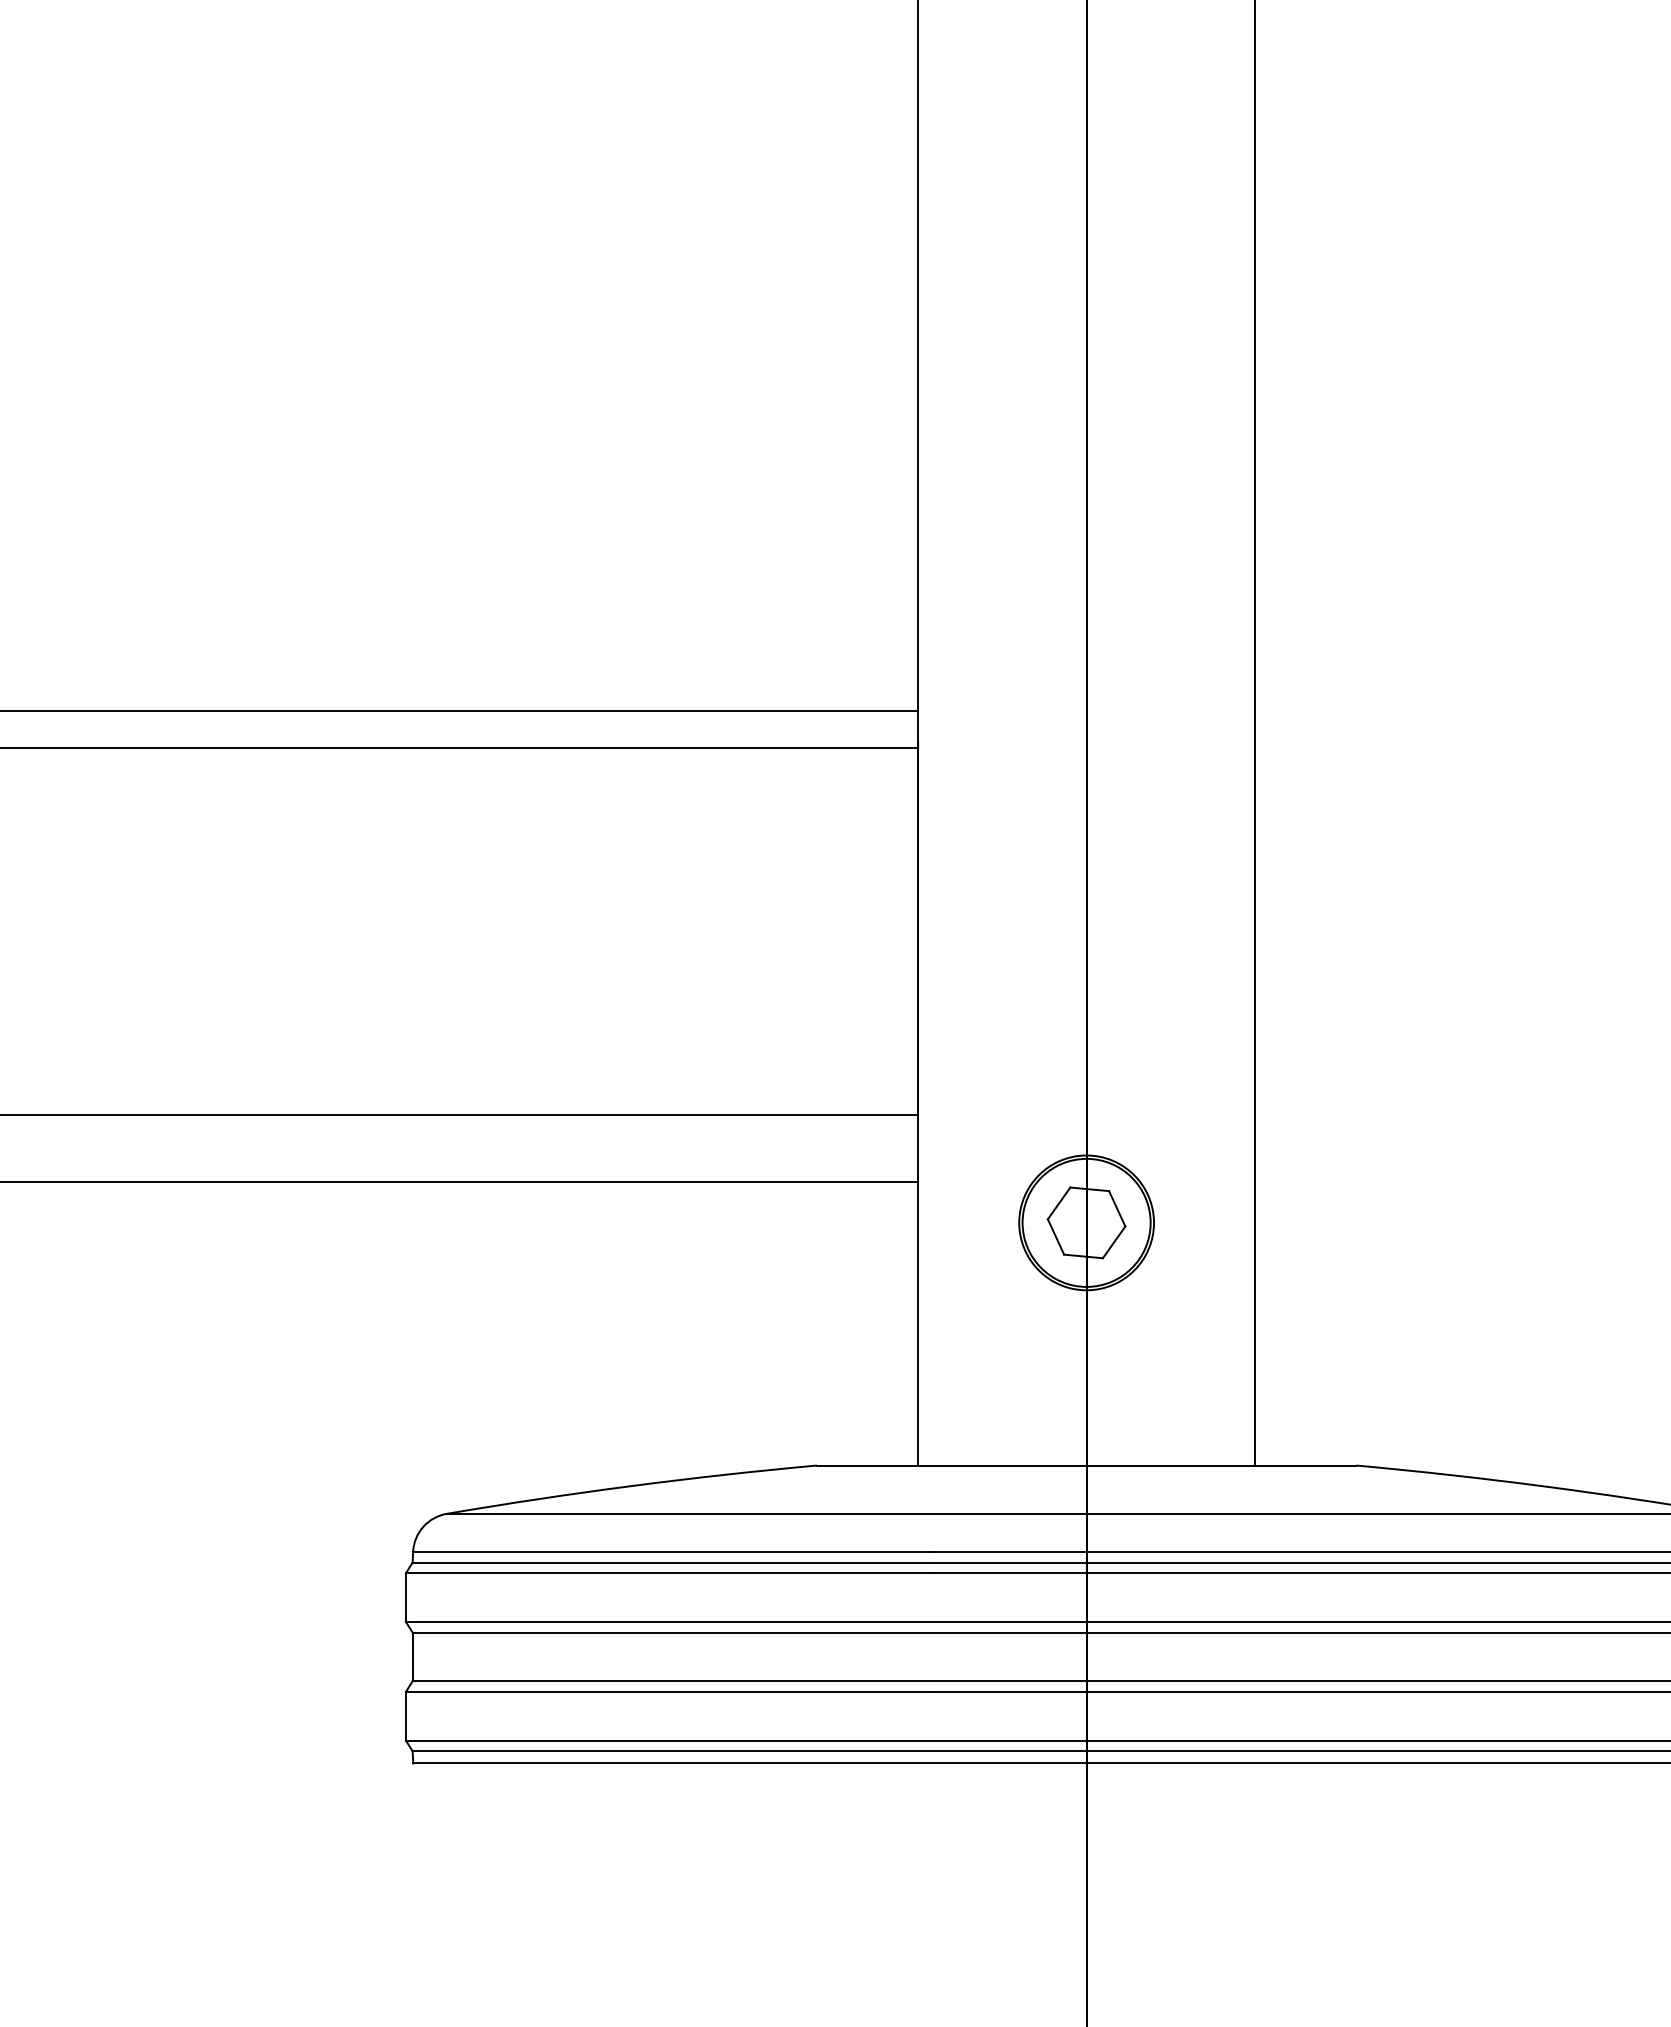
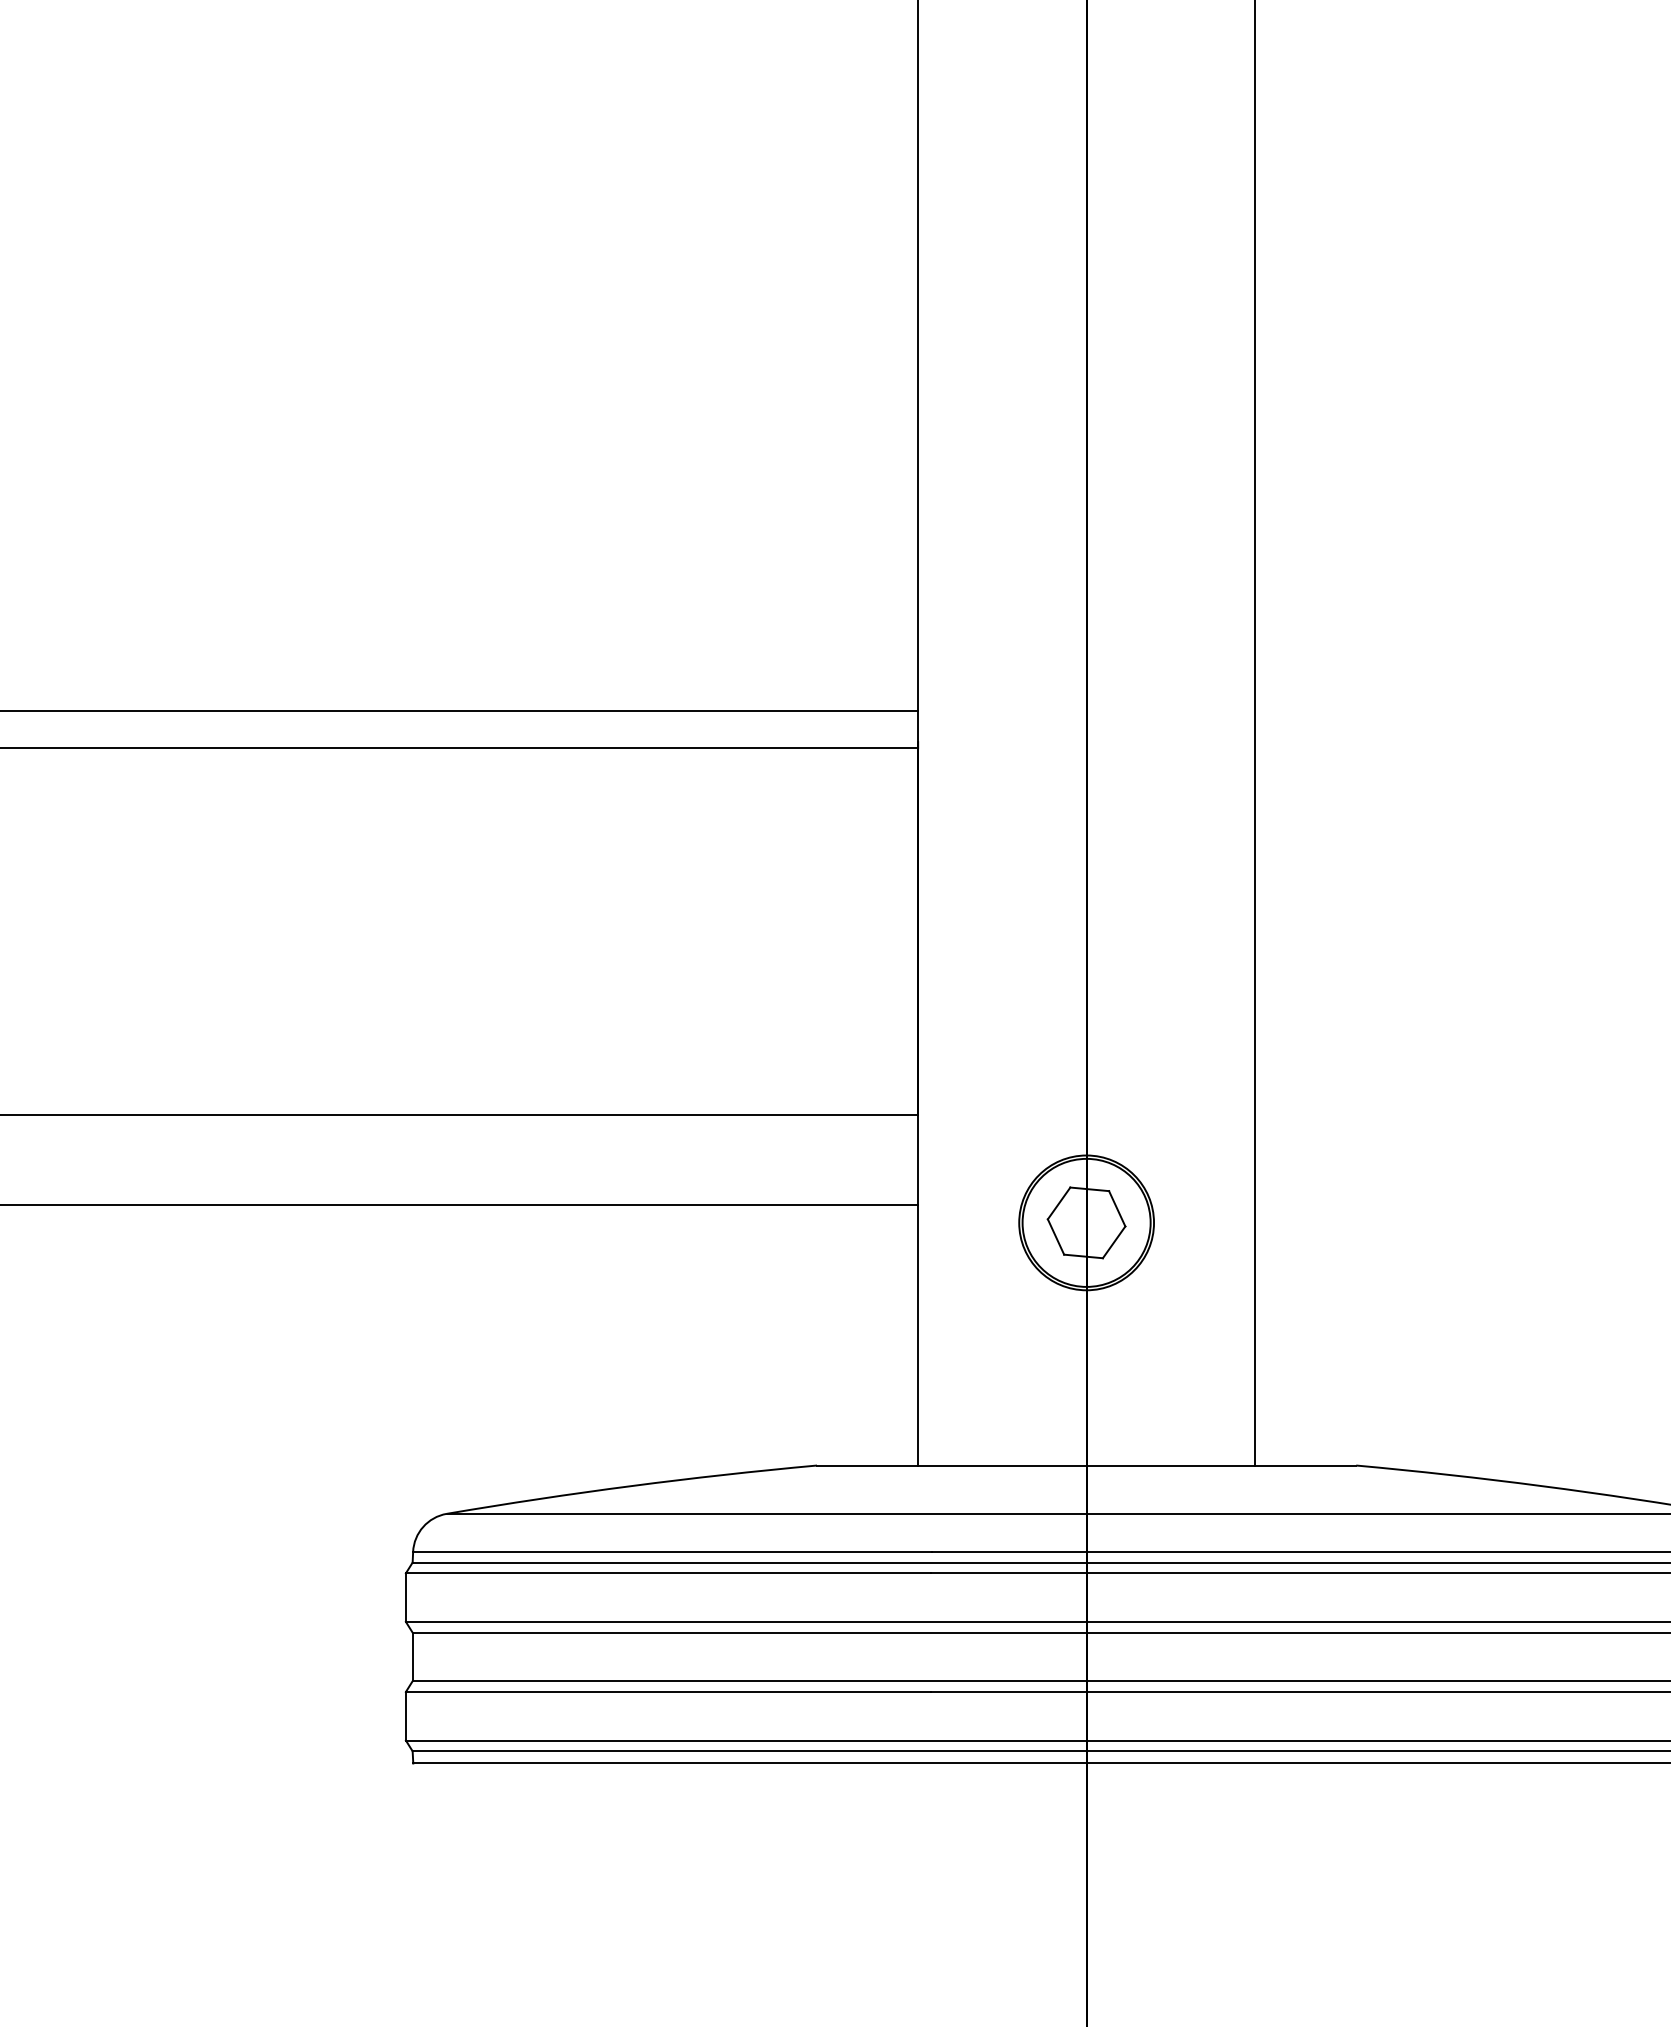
line at (460, 1182) position: (460, 1182) -> (460, 1205)
